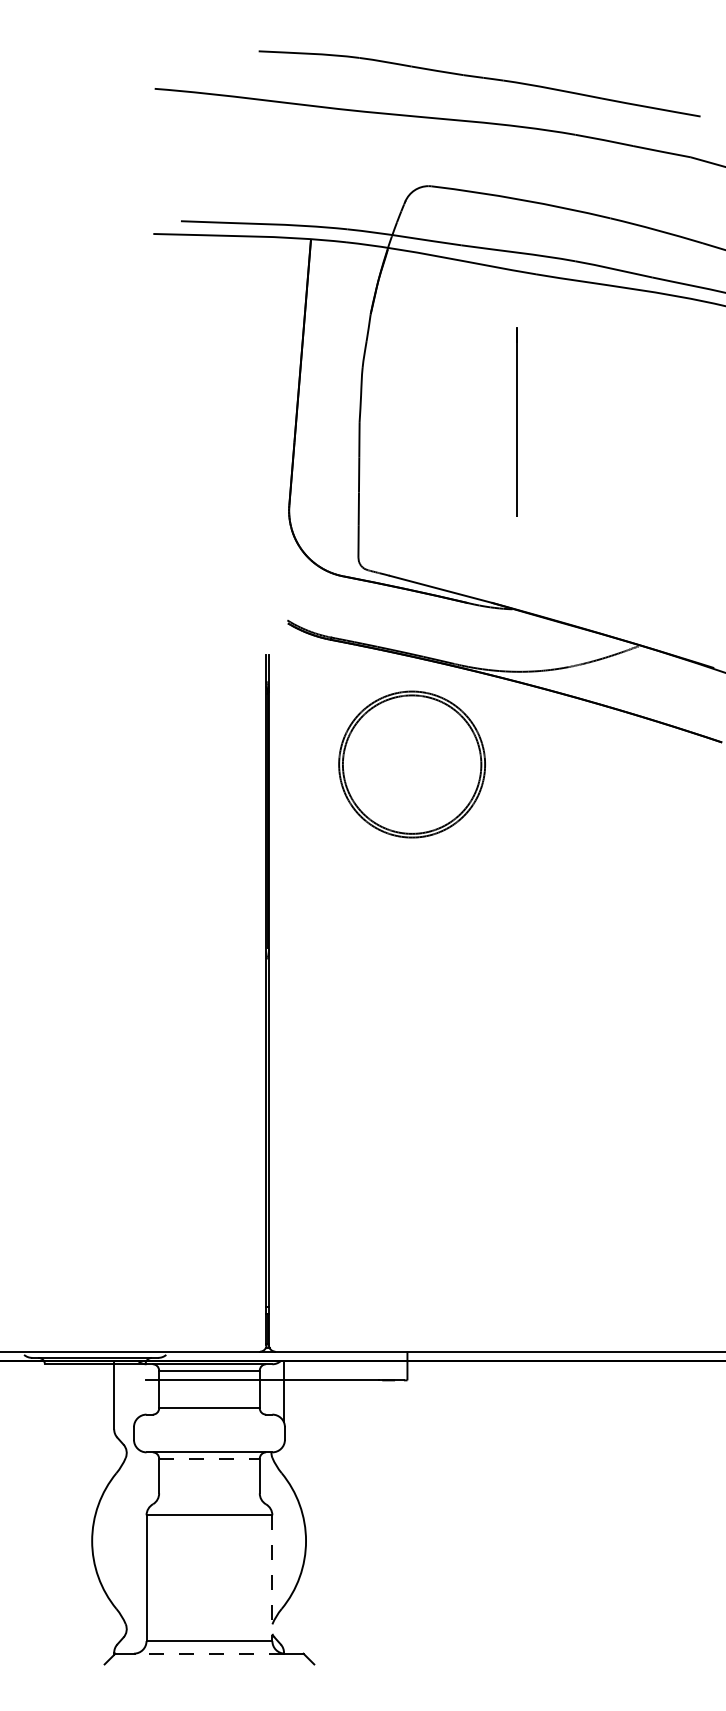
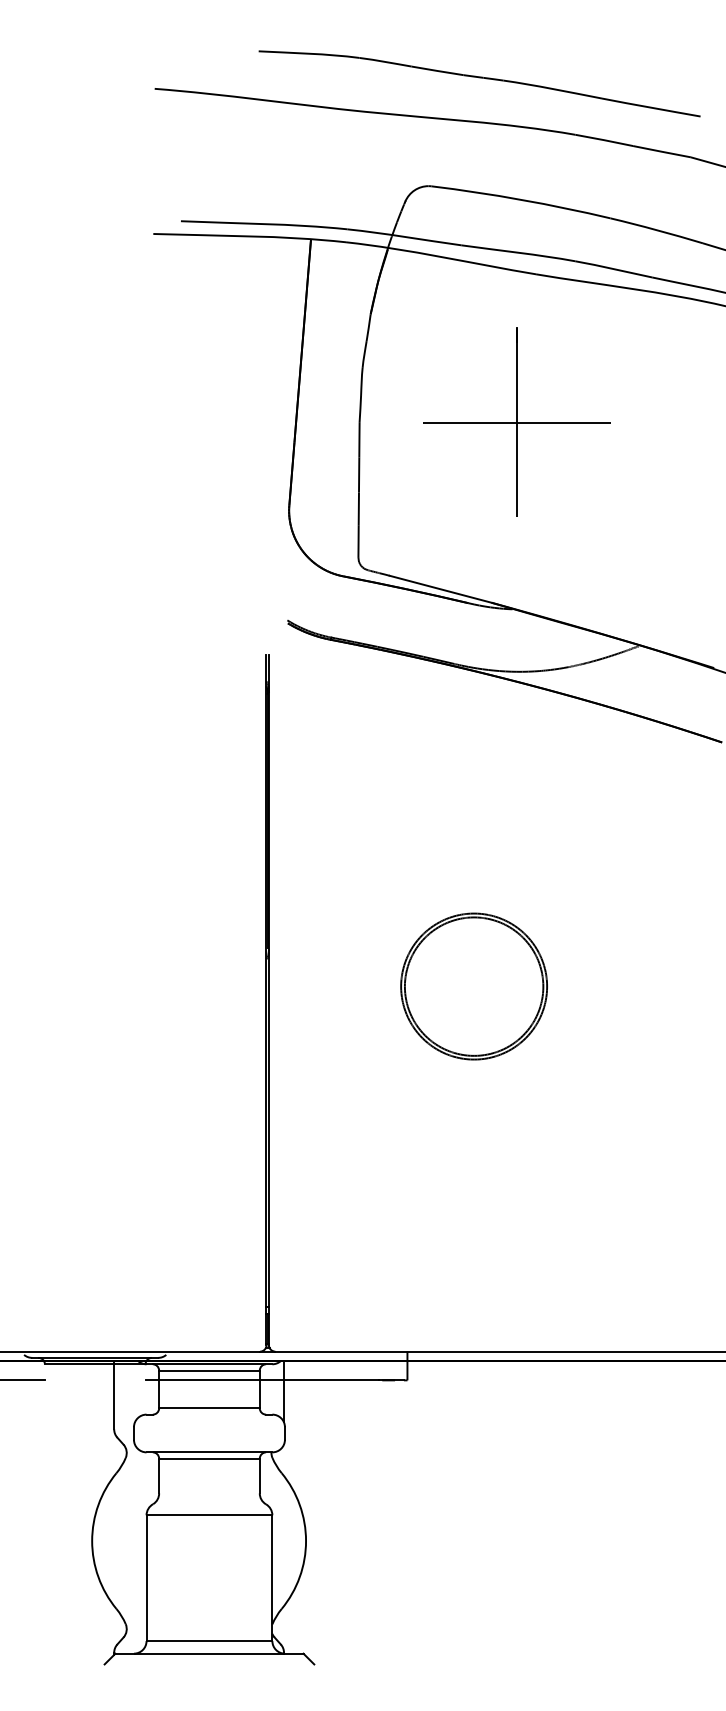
line at (516, 422): none -> present
part at (411, 764) position: (411, 764) -> (473, 986)
line at (23, 1380): none -> present
line at (209, 1458): dashed -> solid
line at (272, 1578): dashed -> solid
line at (208, 1653): dashed -> solid
